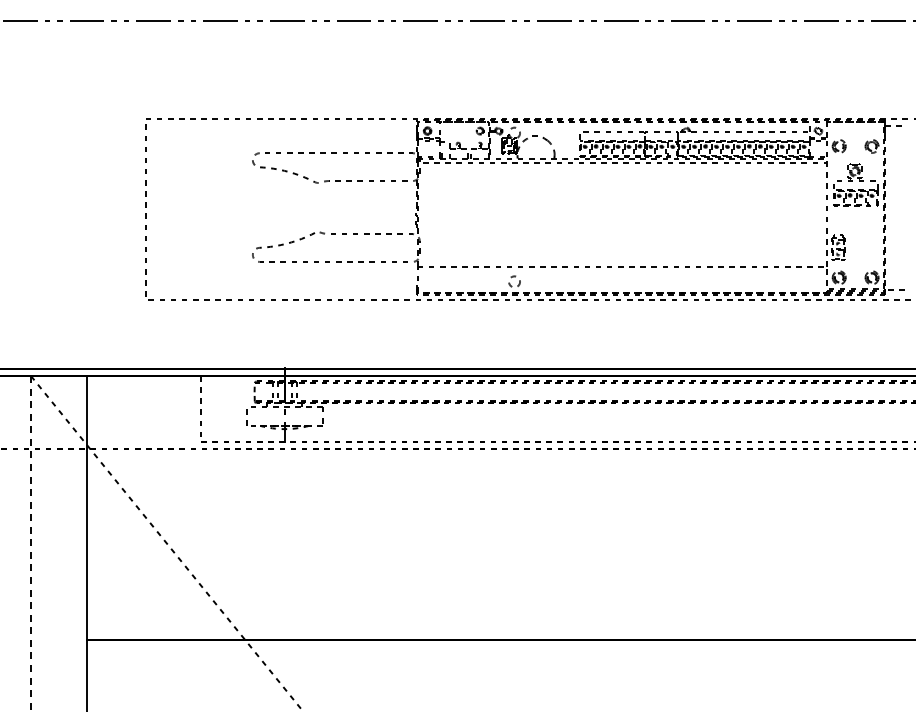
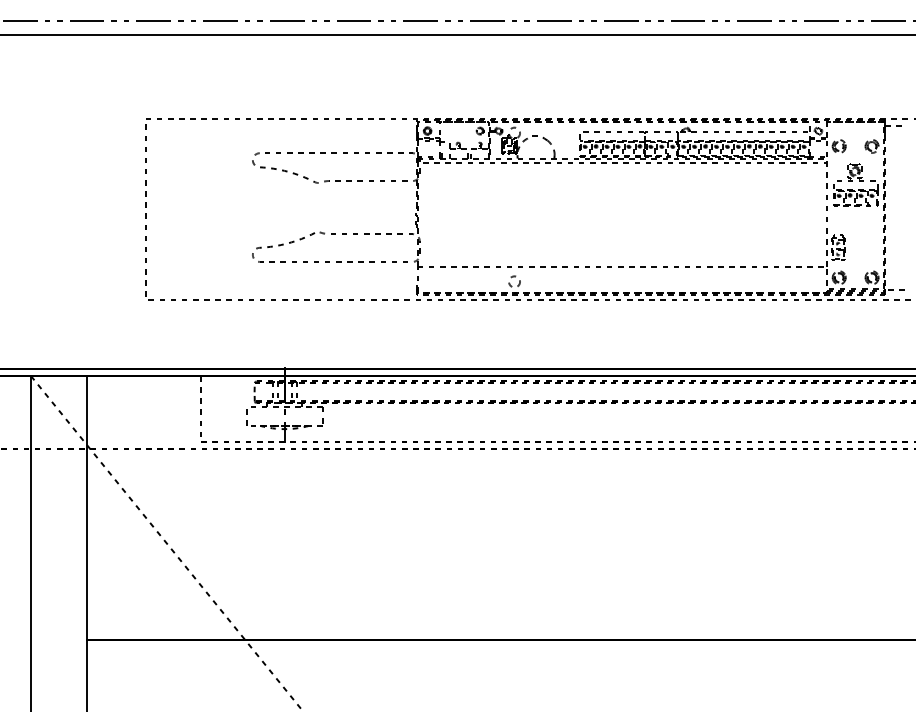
line at (457, 35): none -> present
line at (30, 543): dashed -> solid
